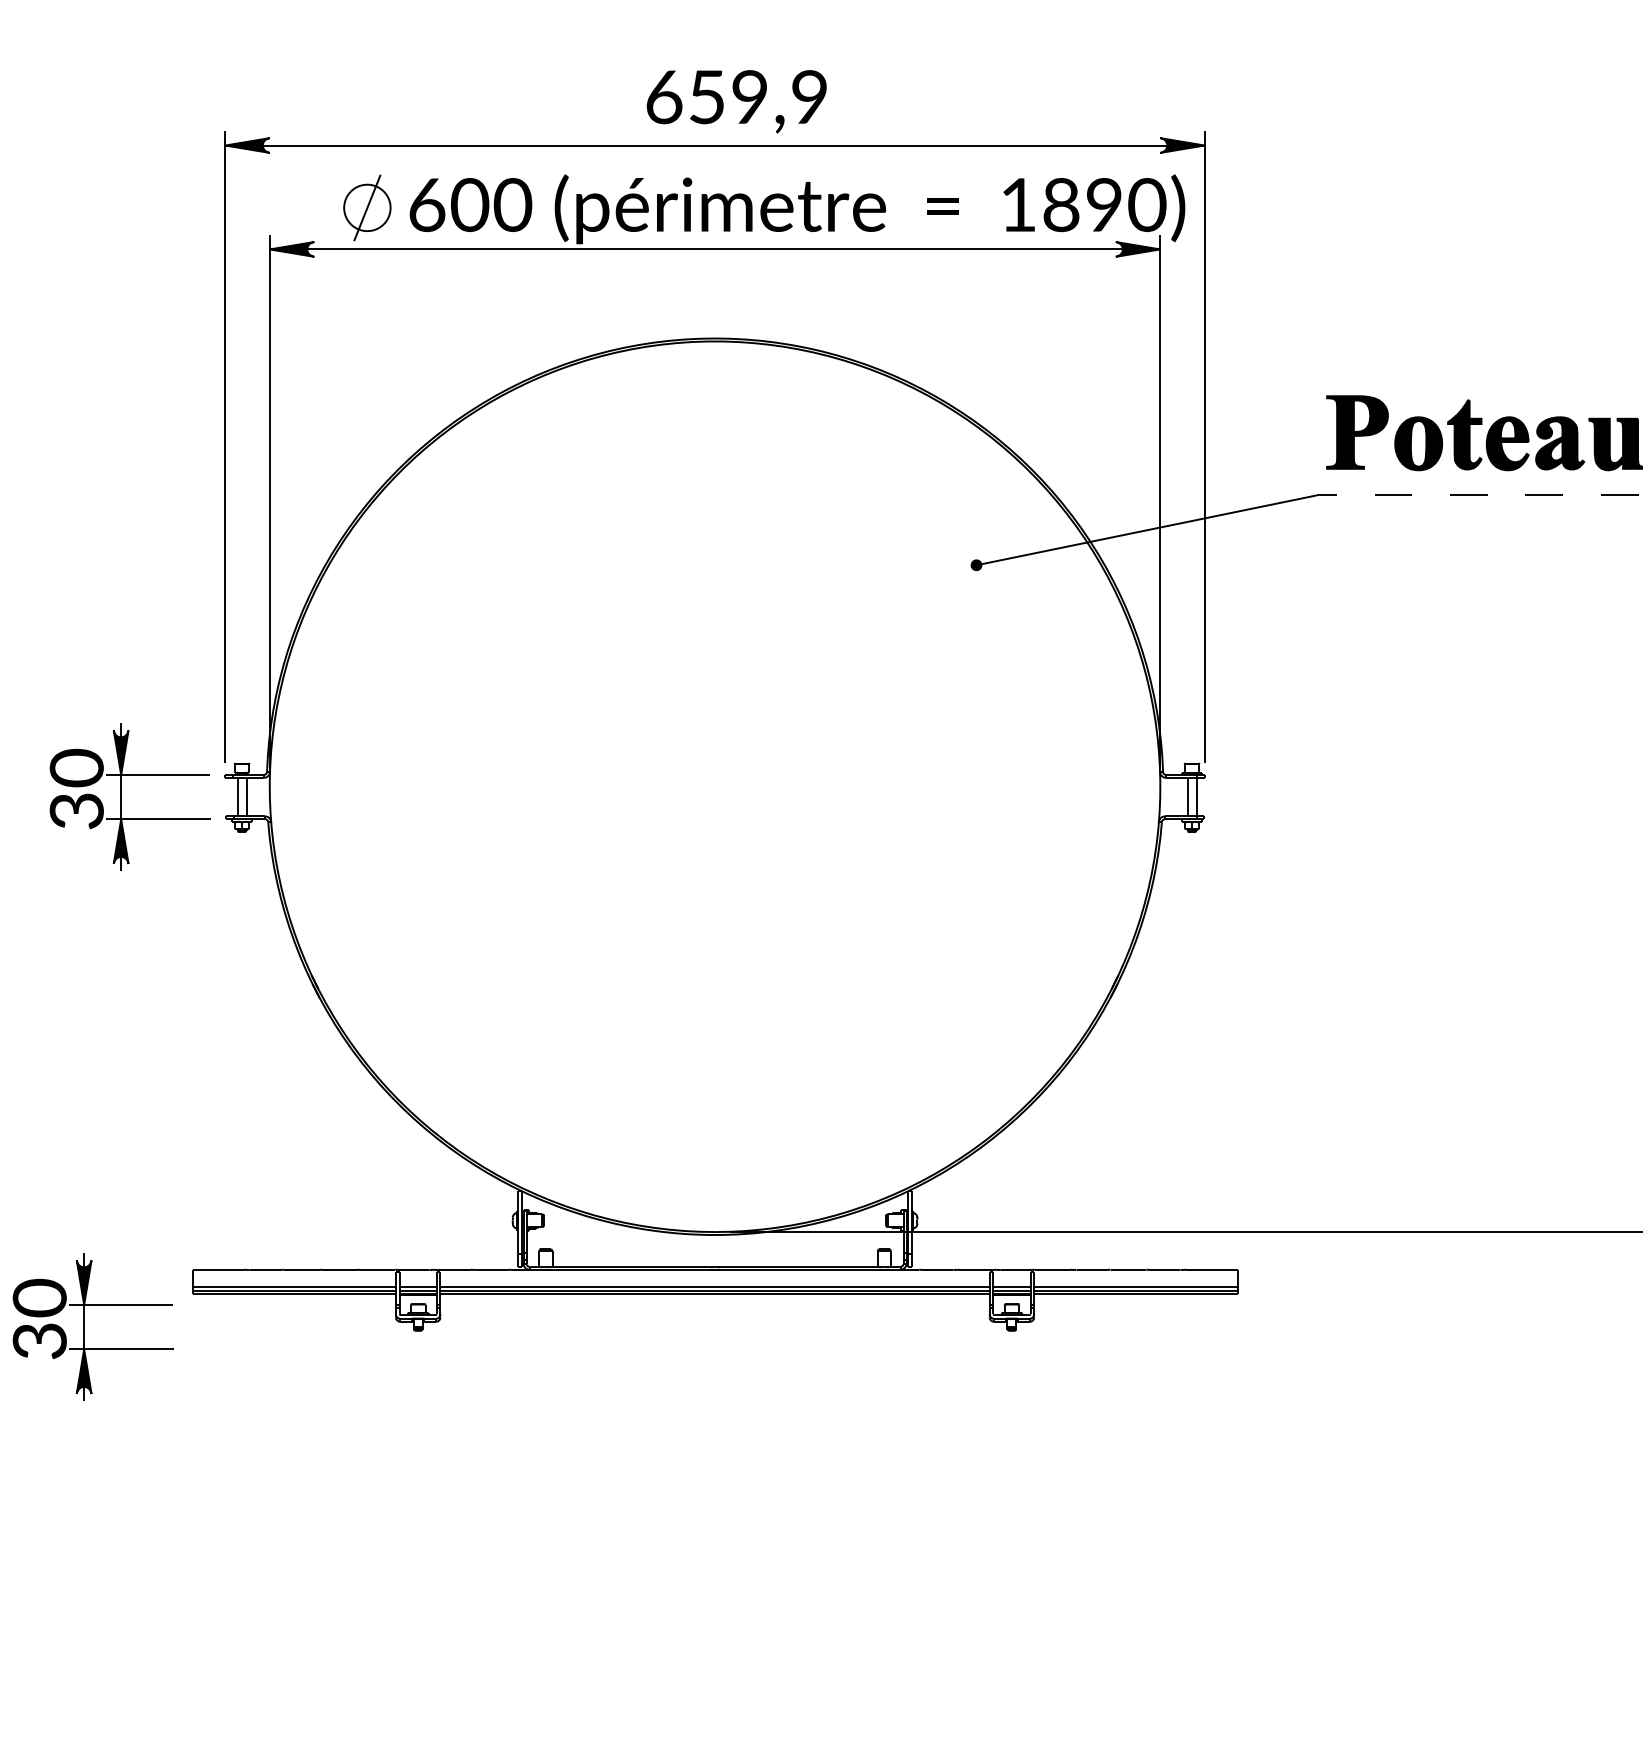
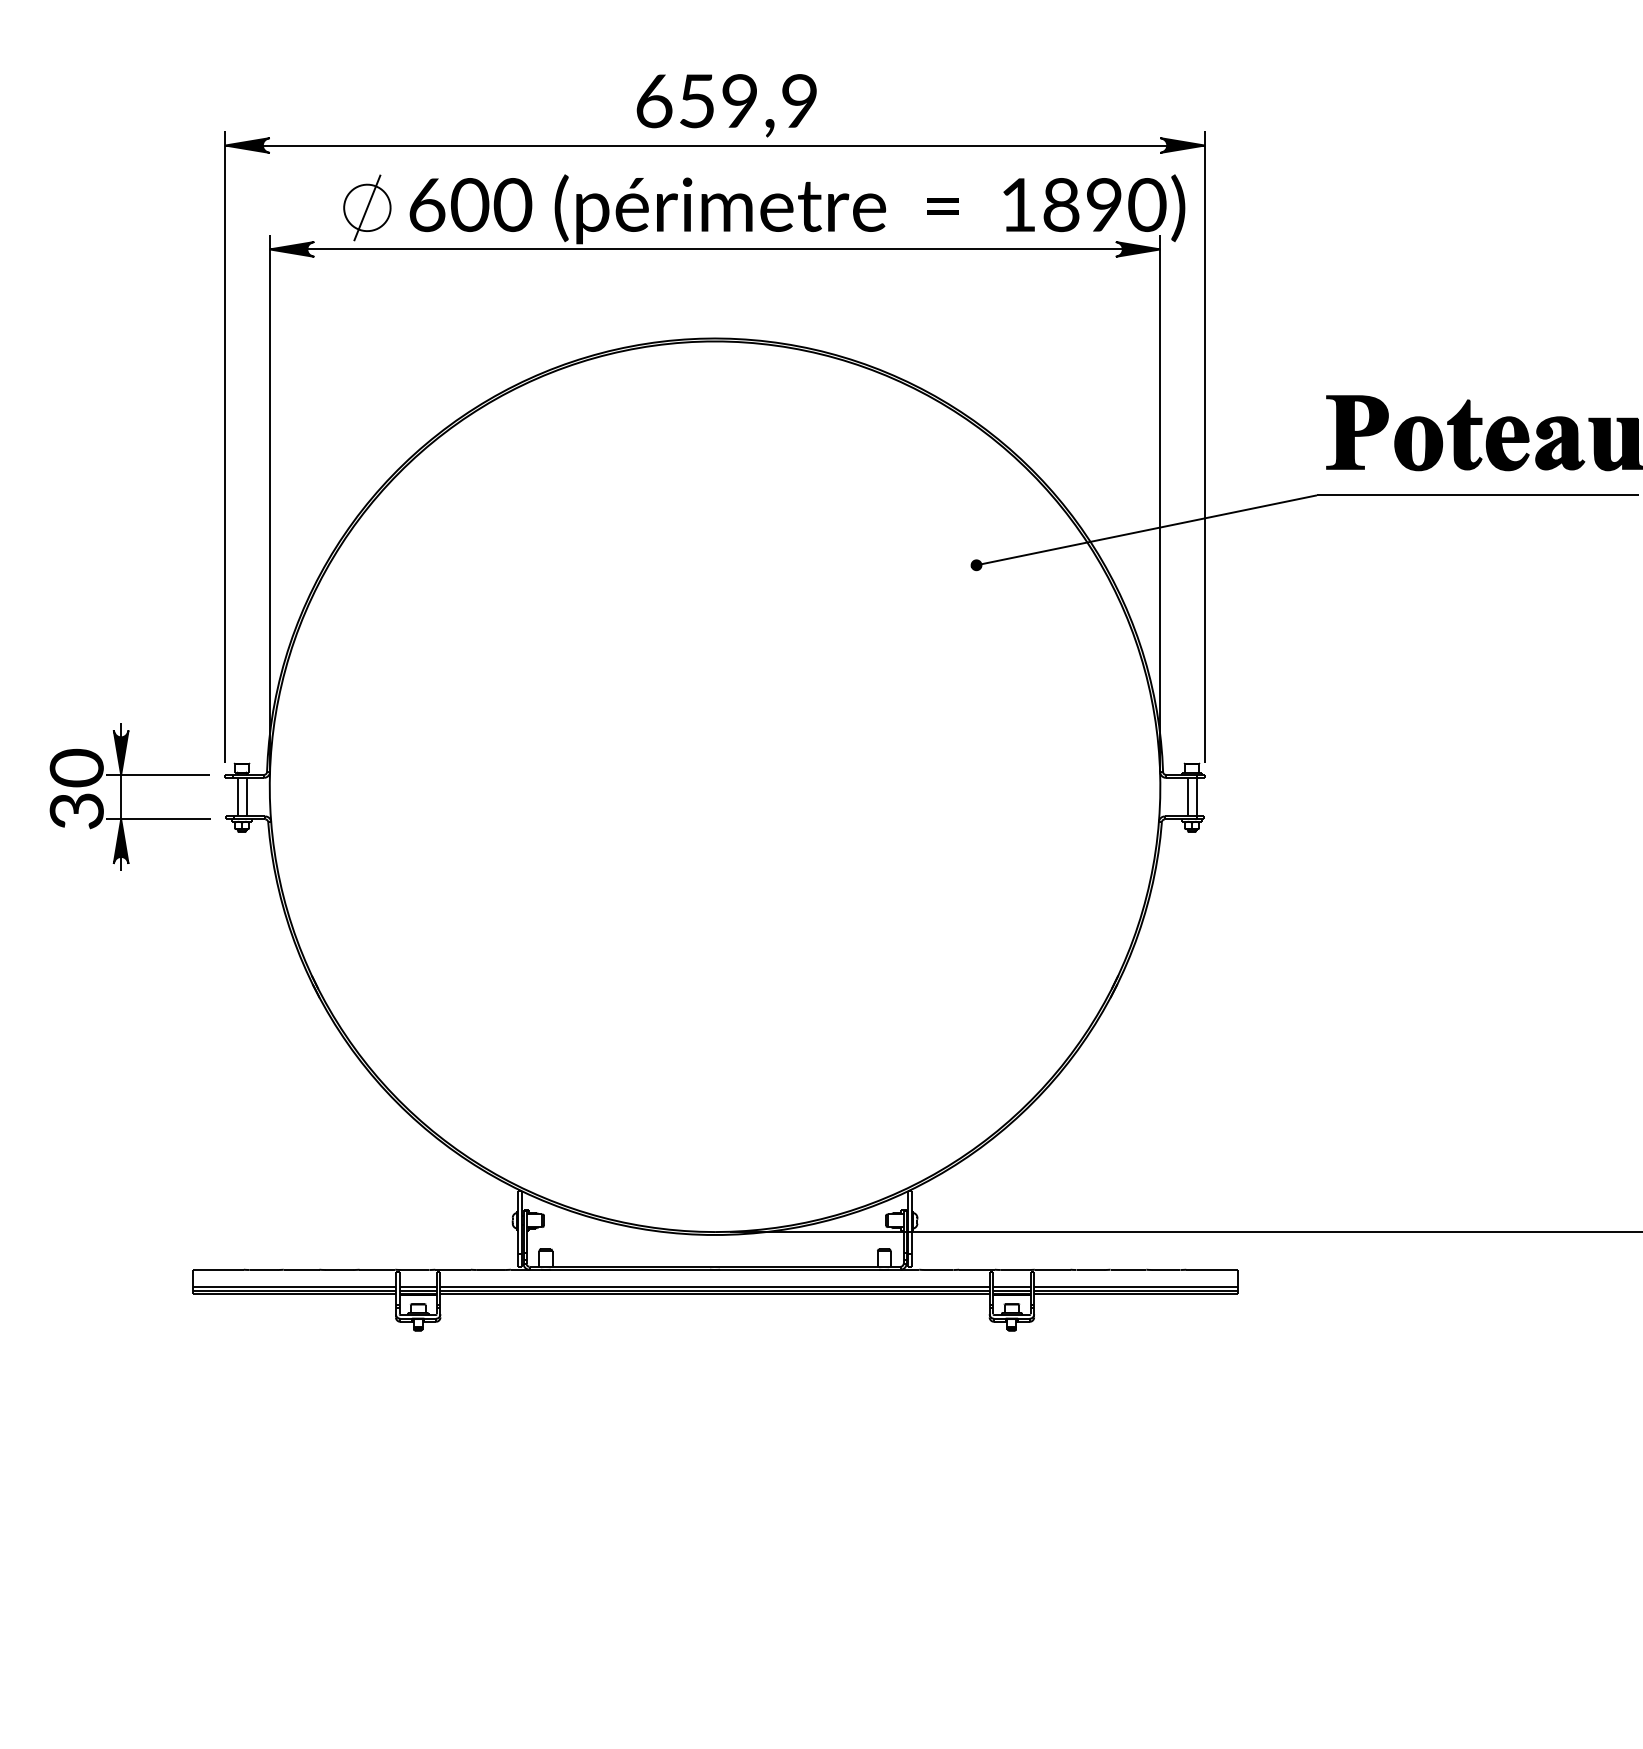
text at (736, 101) position: (736, 101) -> (726, 105)
line at (1477, 495): dashed -> solid
part at (84, 1326): present -> none
